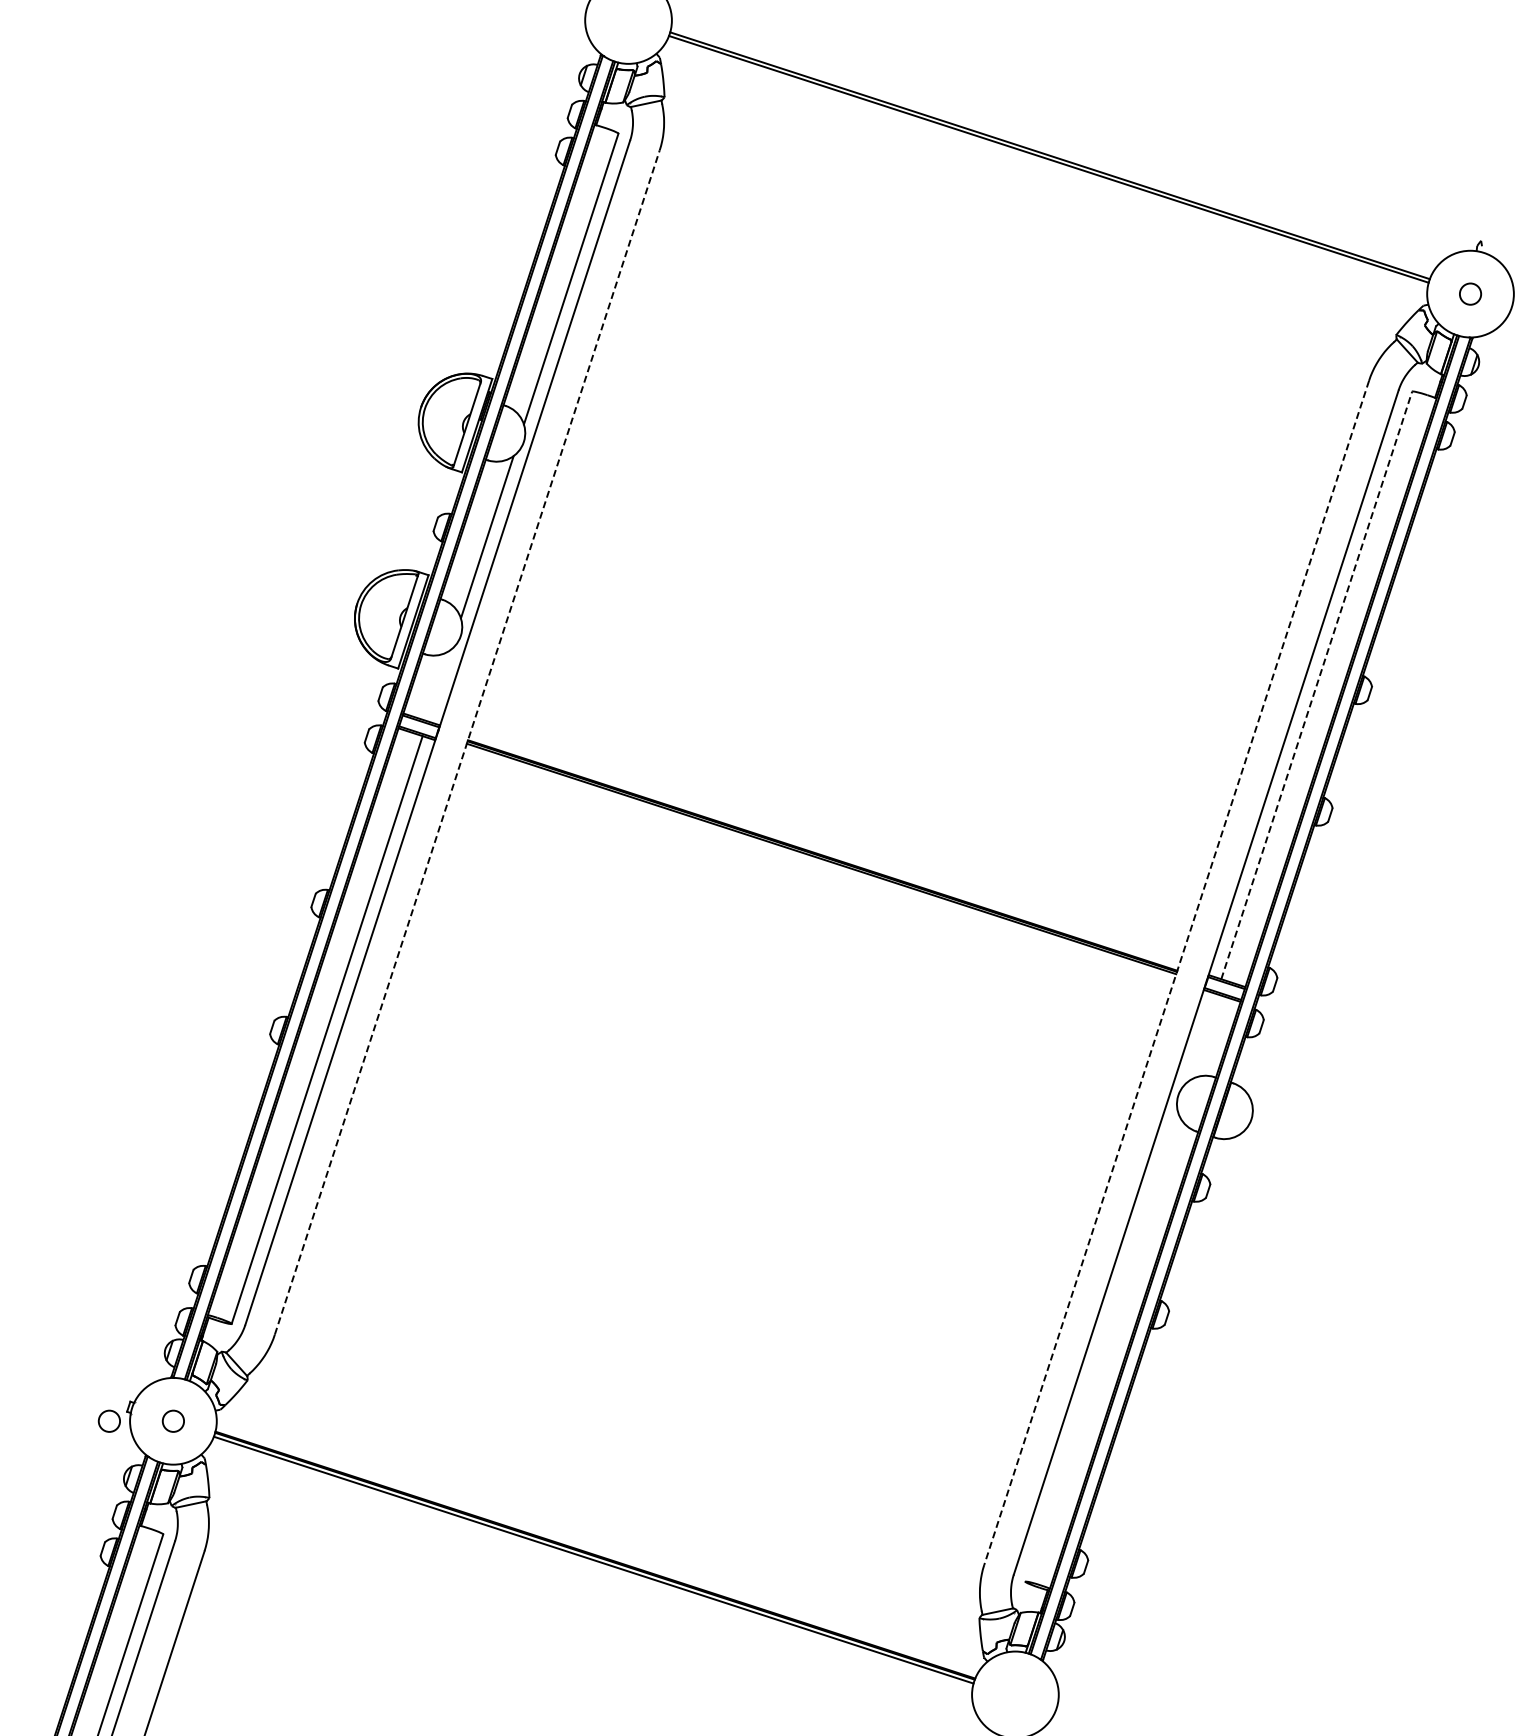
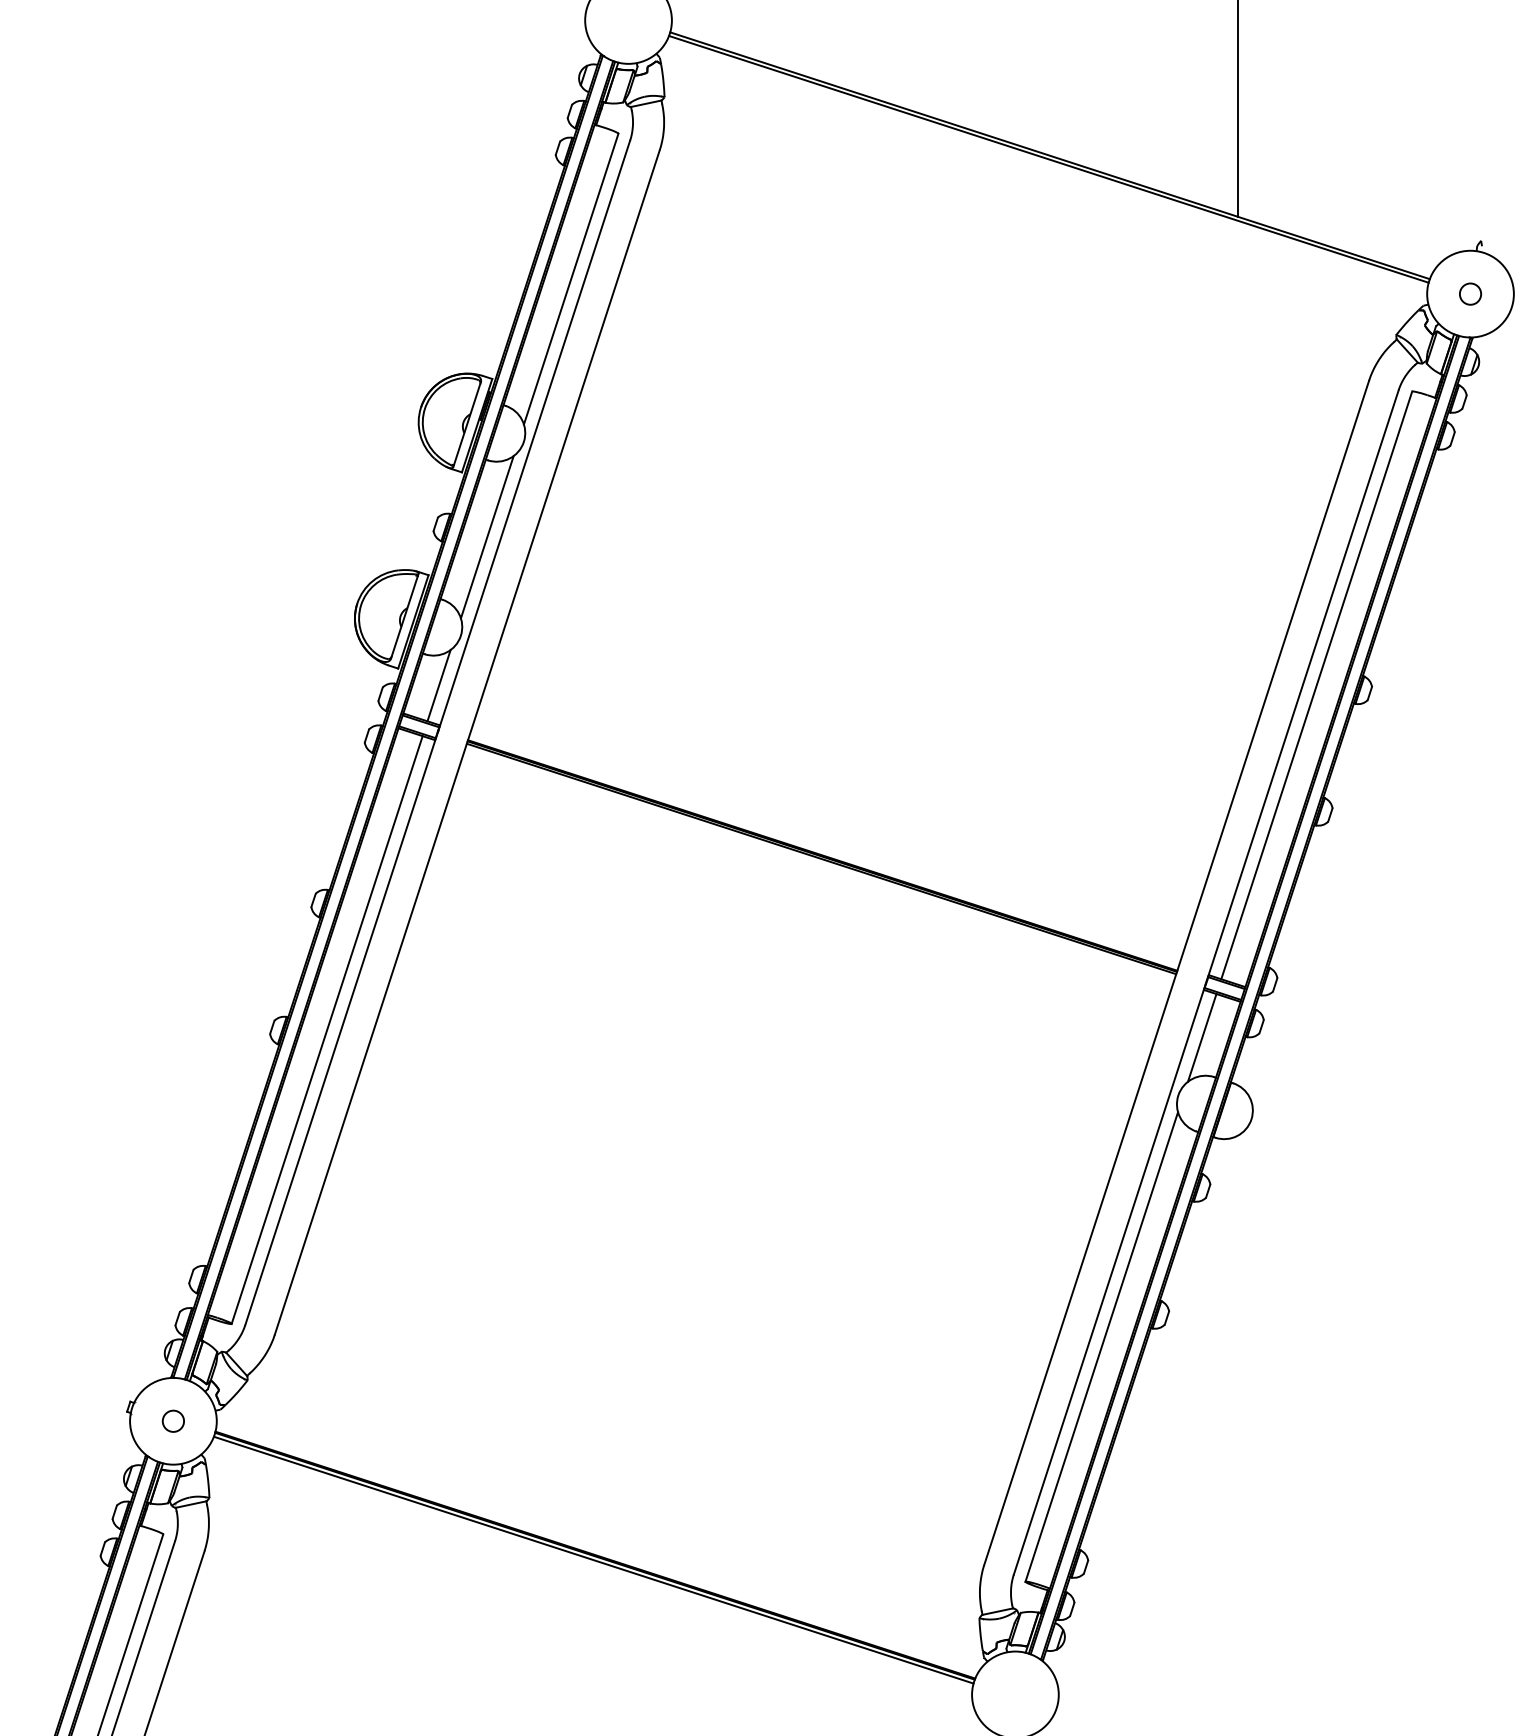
line at (1237, 109): none -> present
line at (438, 685): none -> present
line at (1316, 685): dashed -> solid
line at (467, 742): dashed -> solid
line at (1176, 972): dashed -> solid
line at (1201, 1037): none -> present
line at (1101, 1346): none -> present
circle at (108, 1420): present -> none
